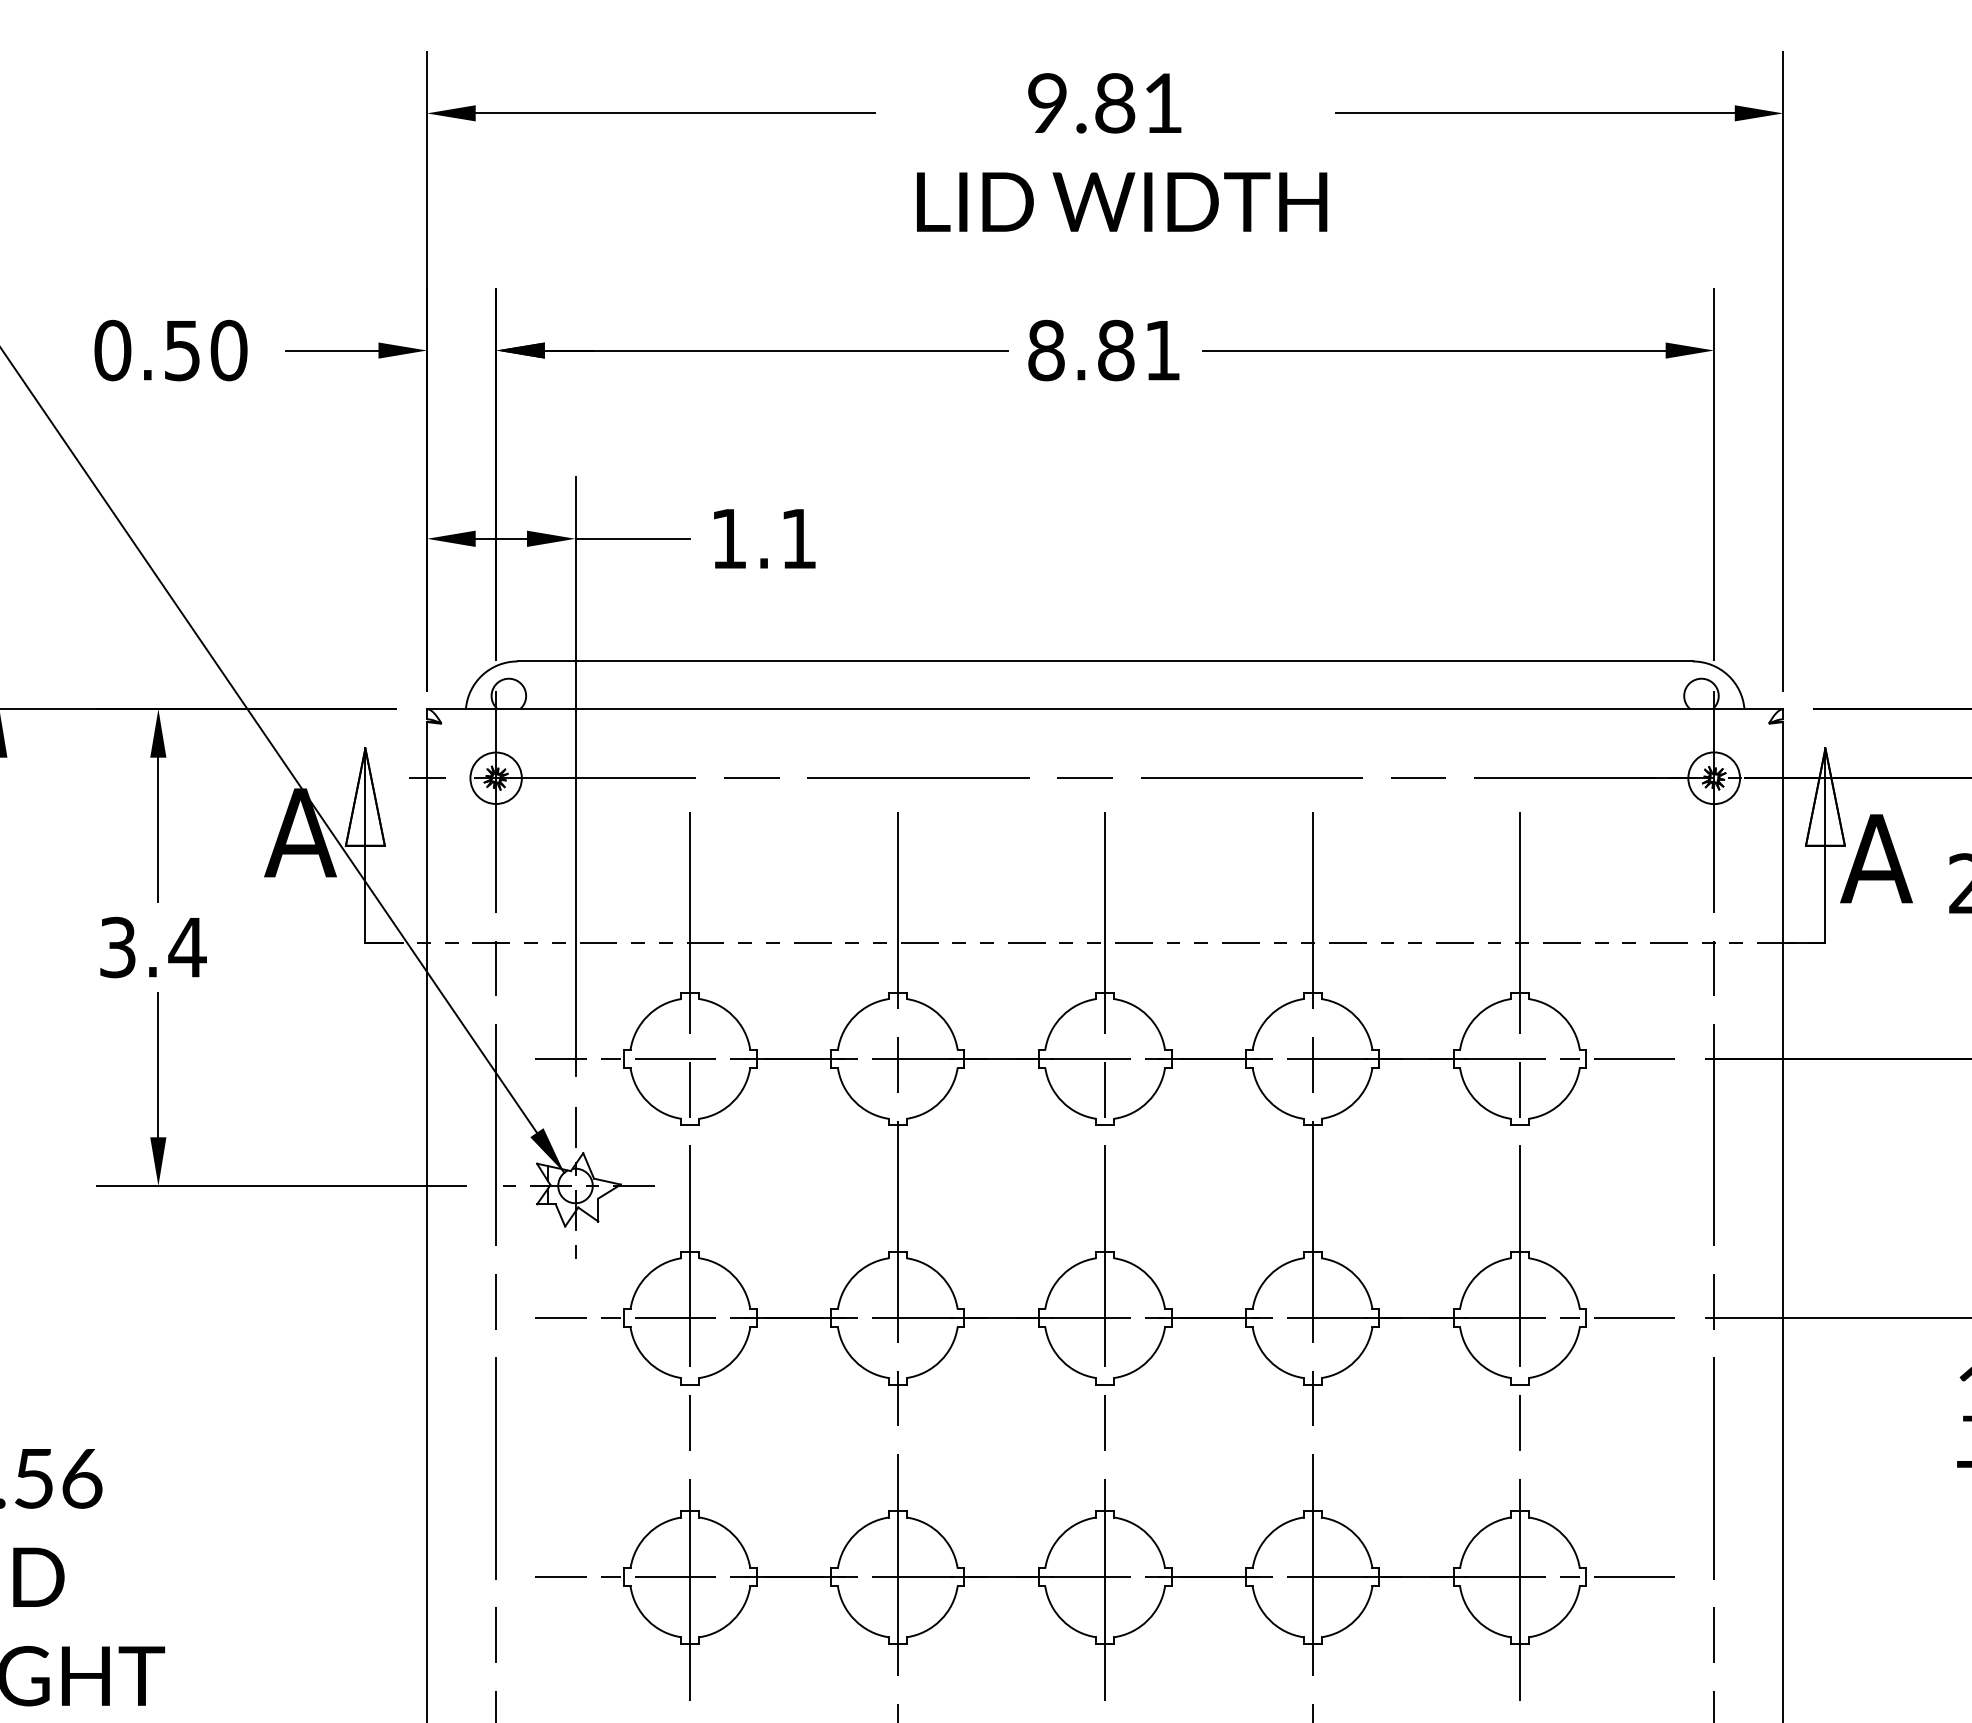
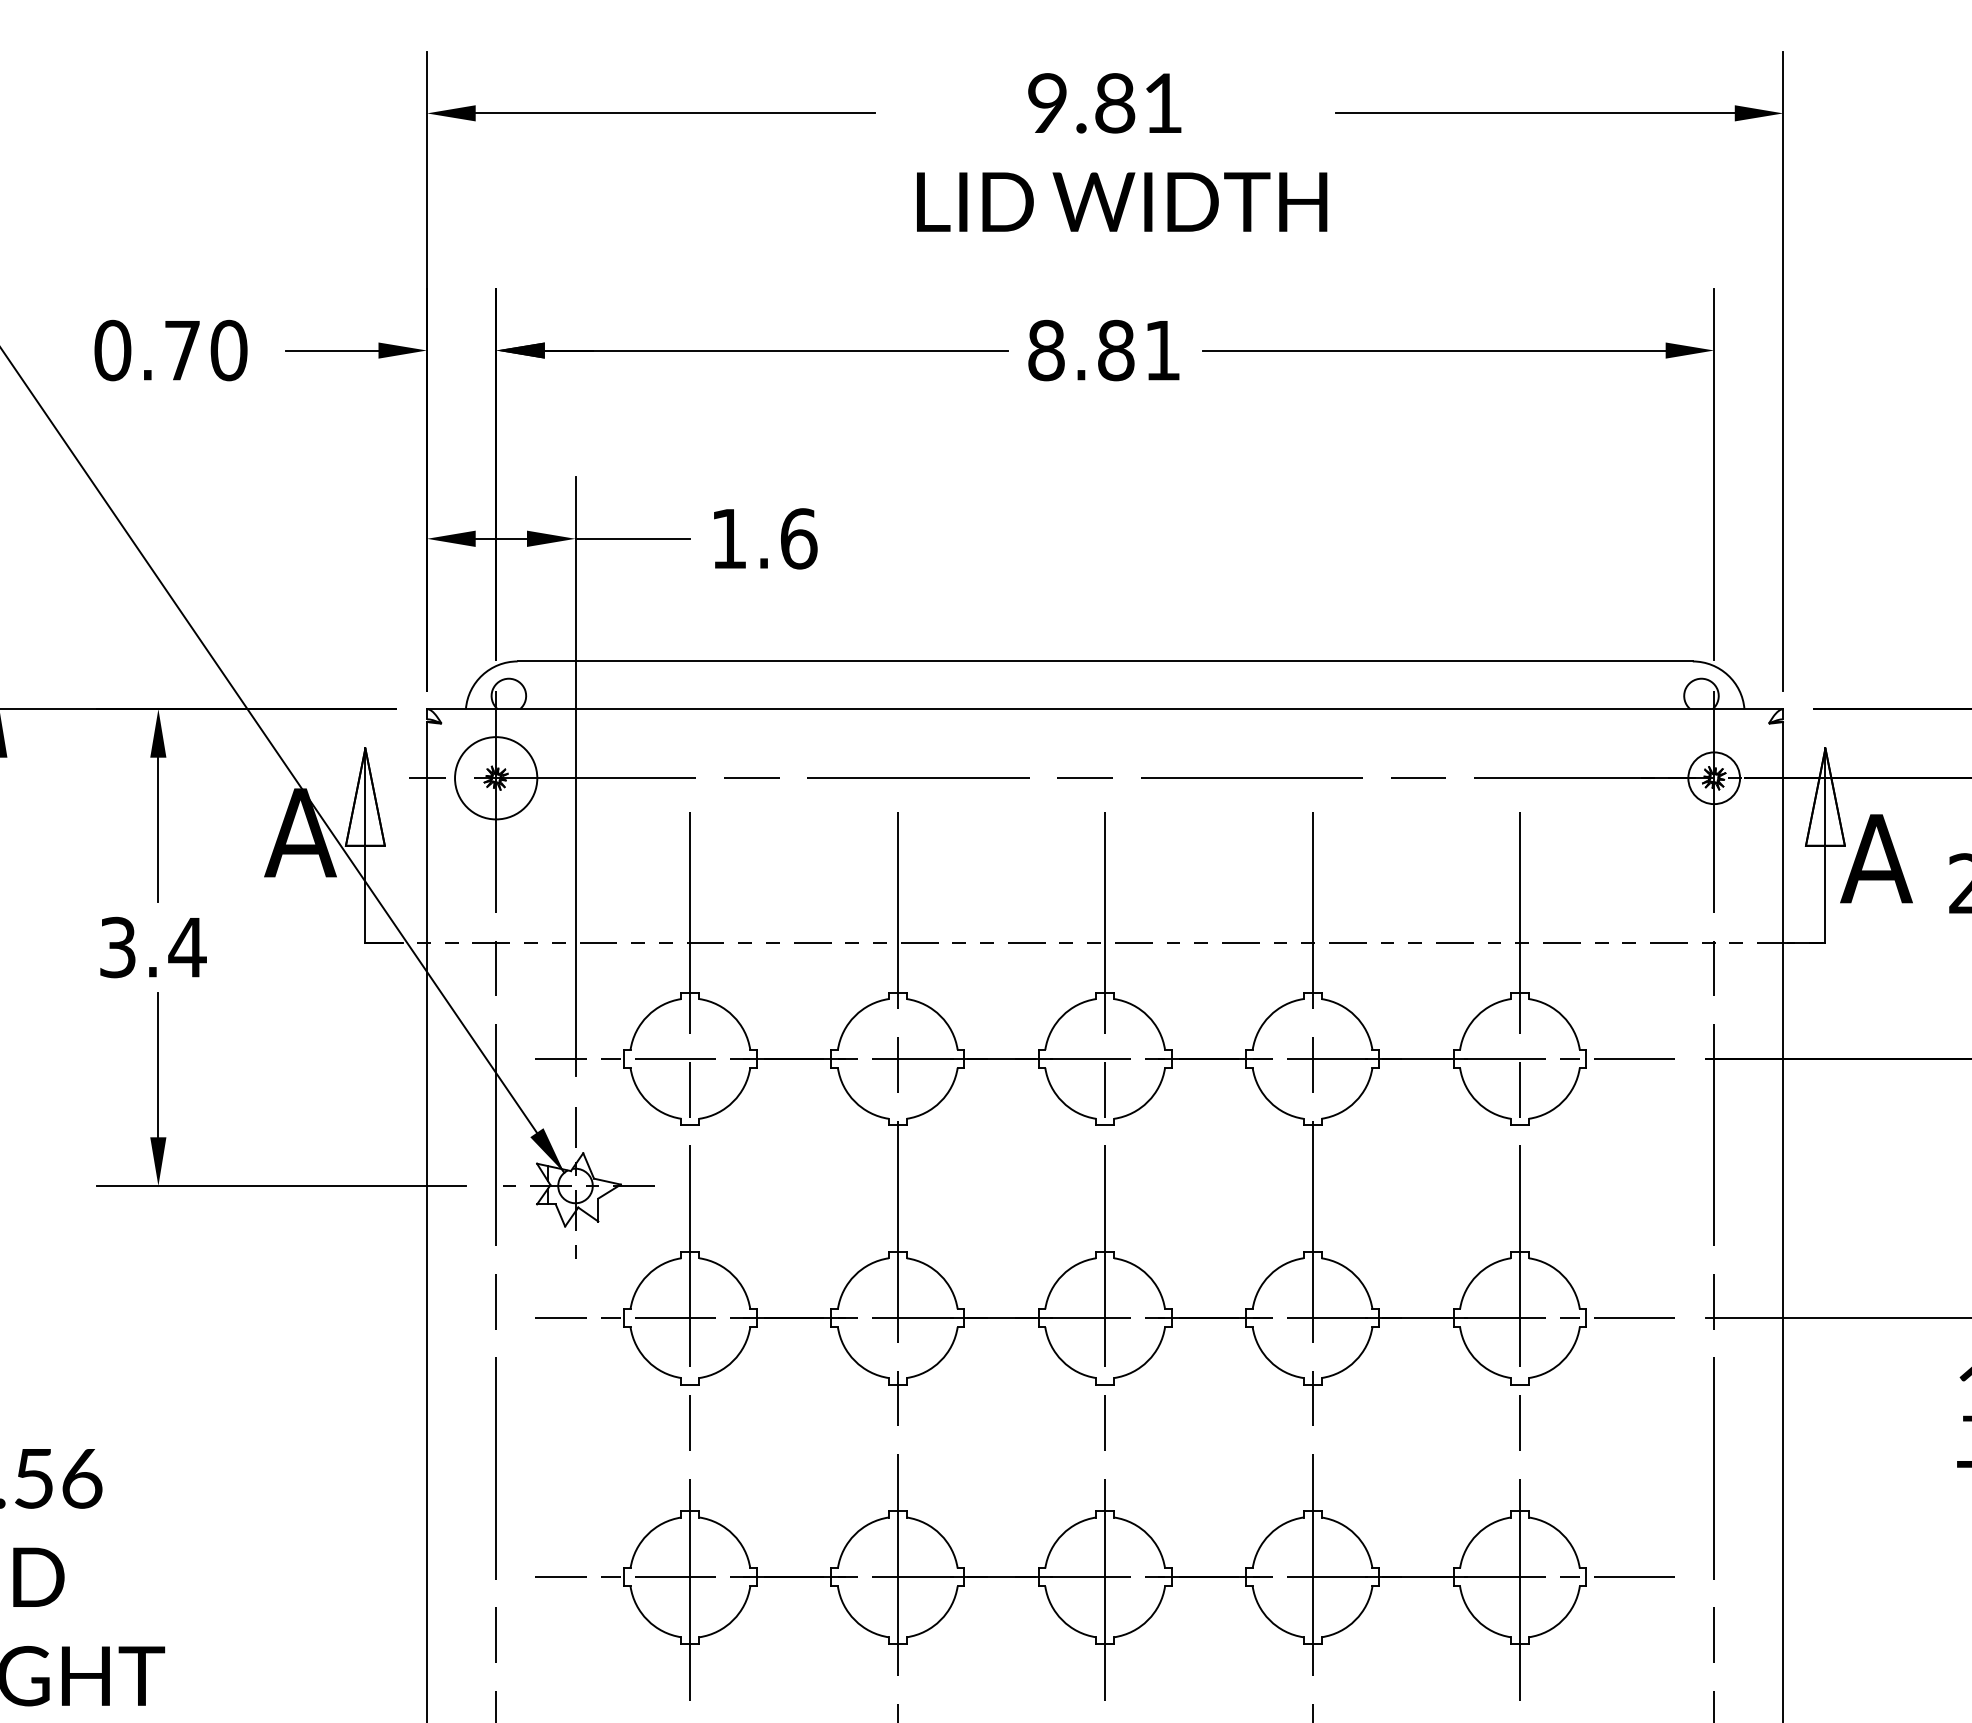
text at (182, 351): 0.50 -> 0.70
text at (799, 538): 1.1 -> 1.6
circle at (495, 777) diameter: 51 px -> 82 px
